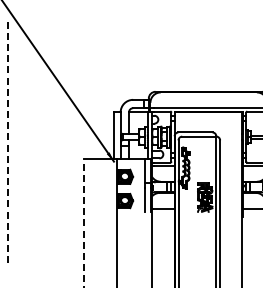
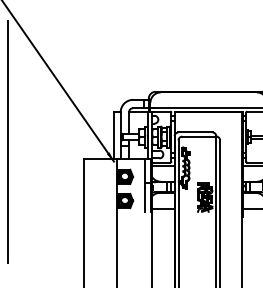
line at (7, 141): dashed -> solid
line at (83, 222): dashed -> solid
